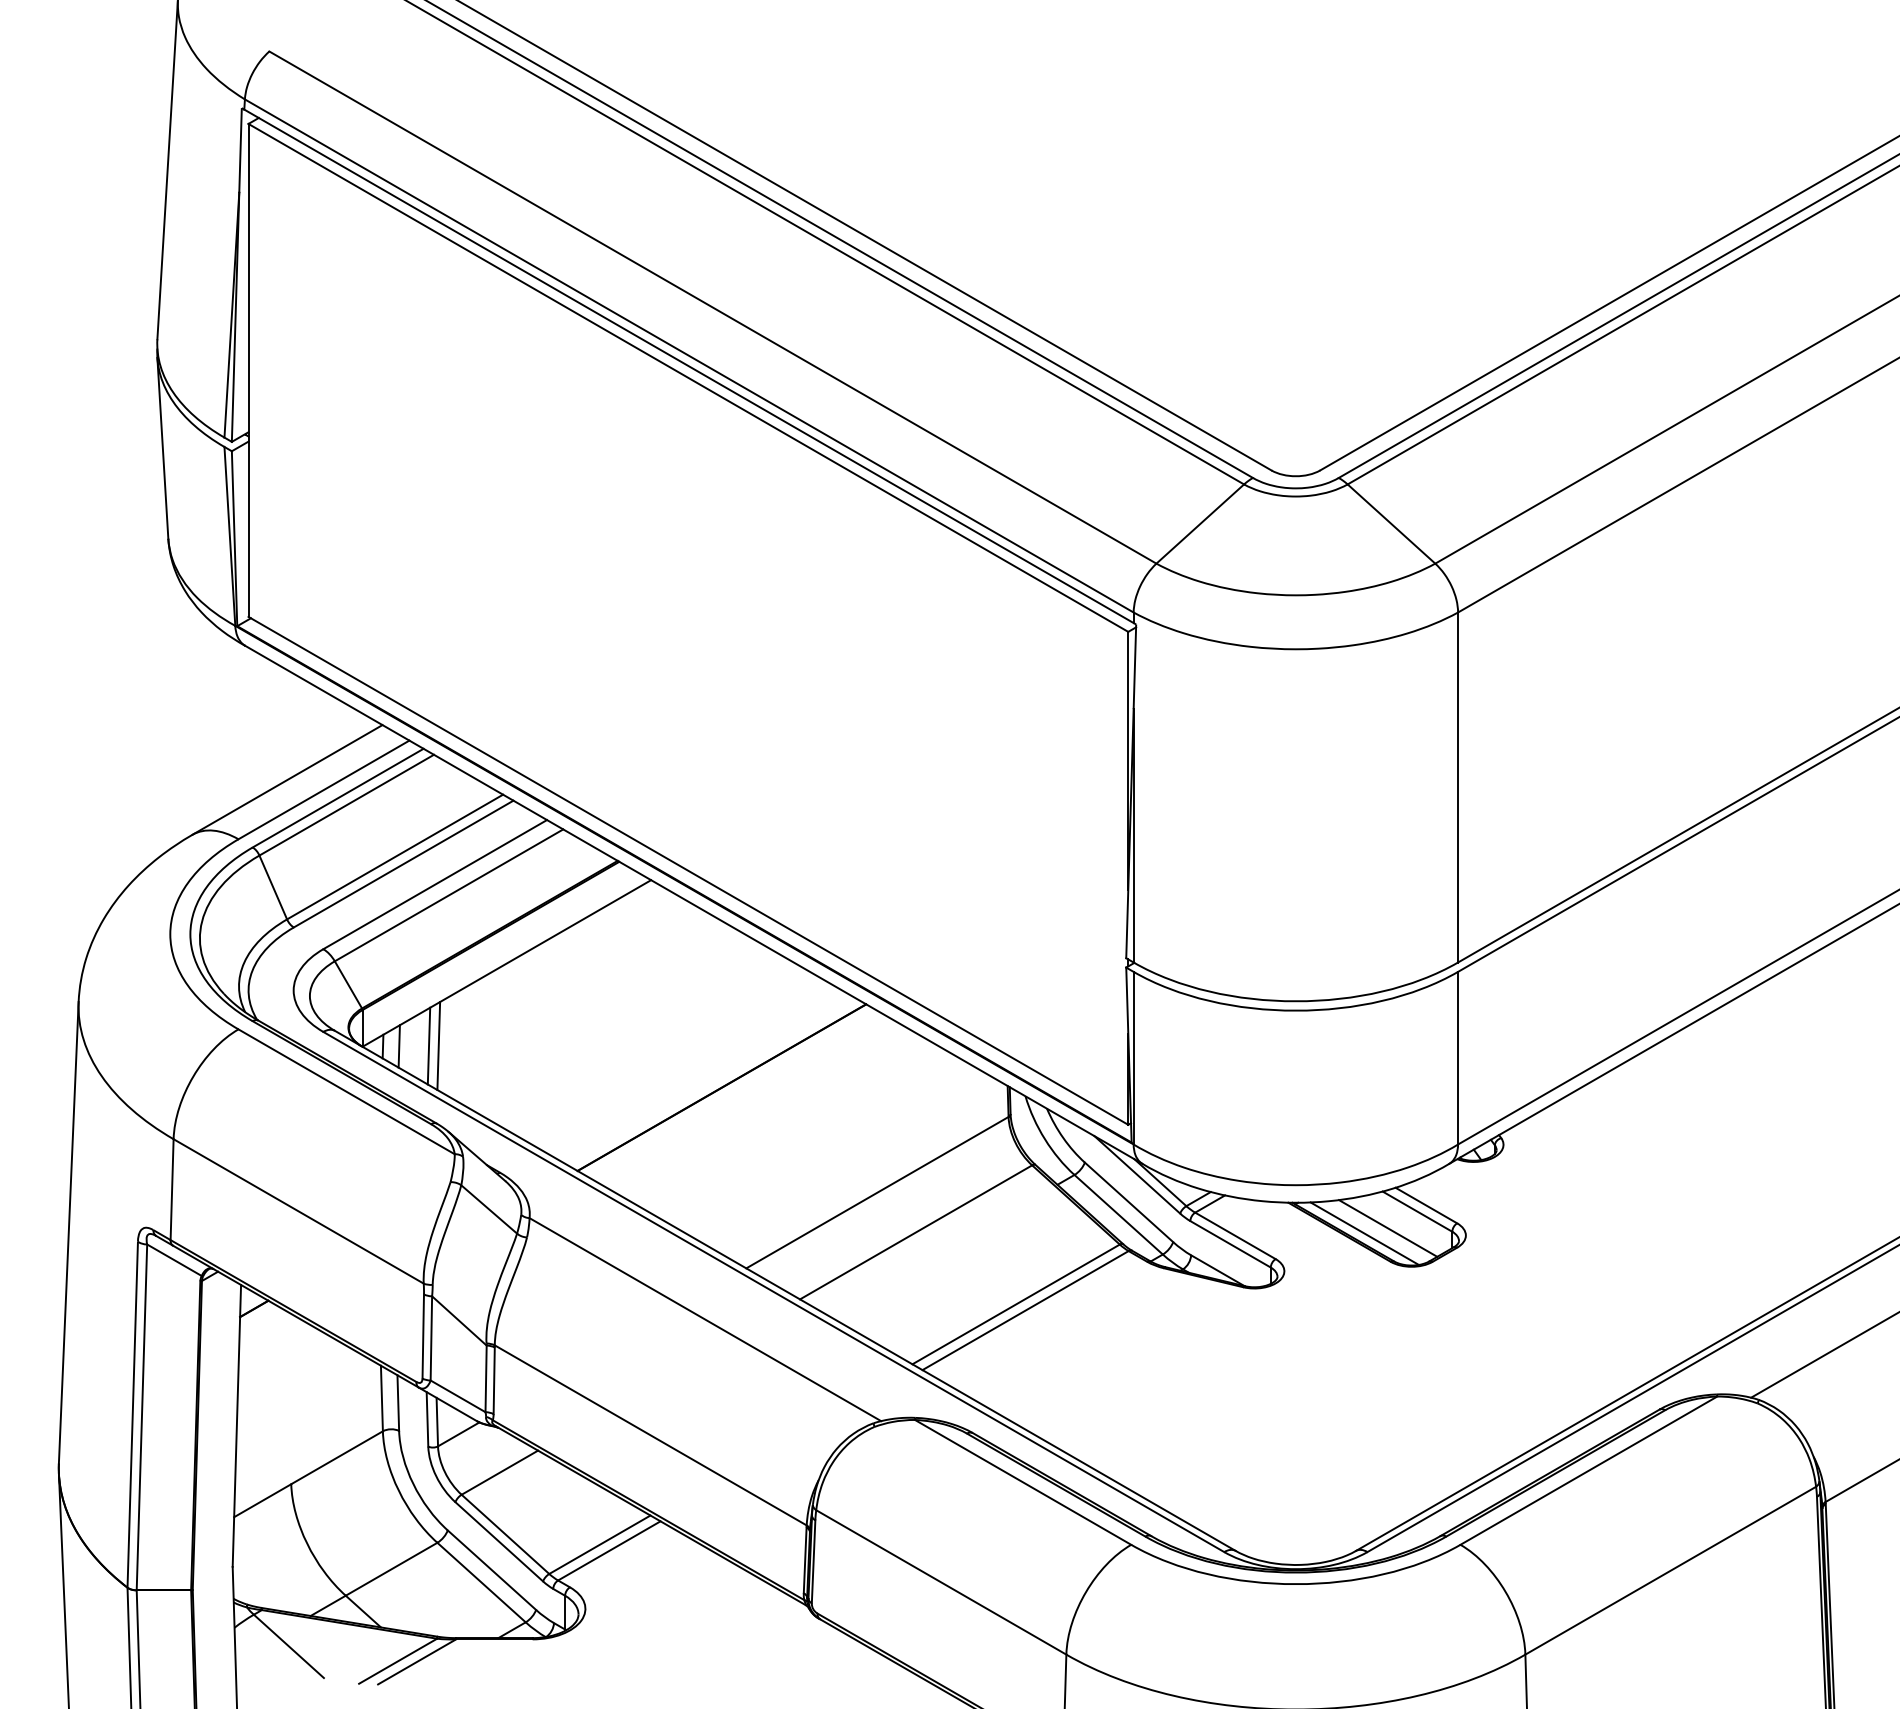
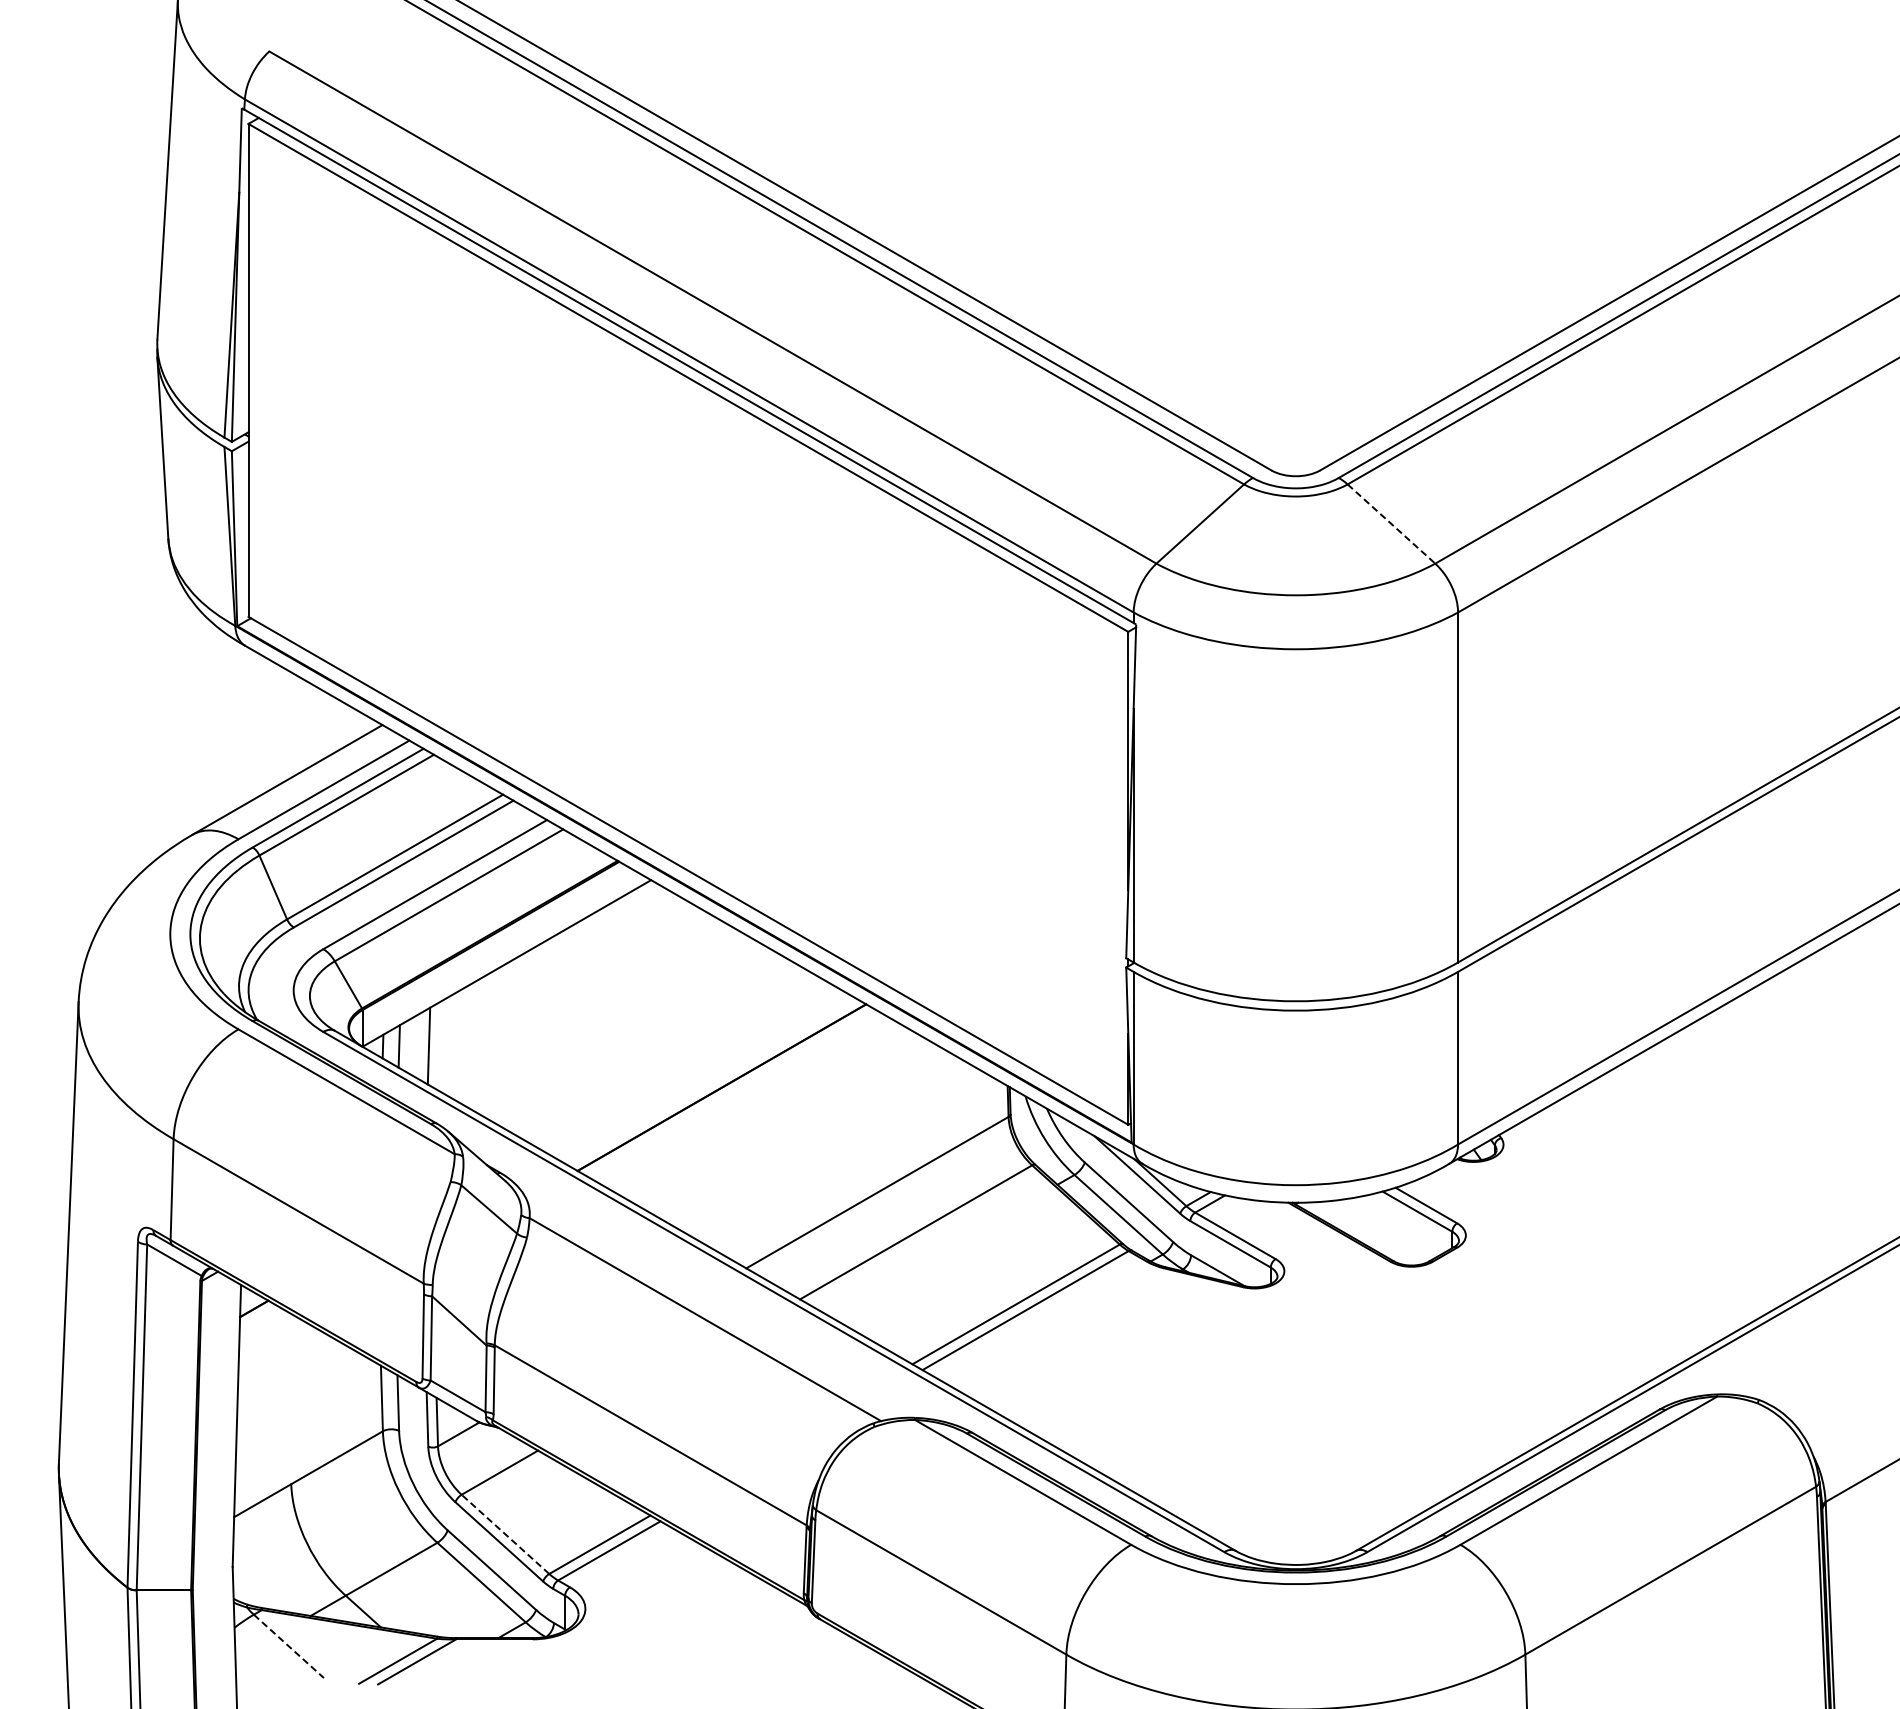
line at (1391, 524): solid -> dashed
line at (438, 1046): present -> none
line at (1388, 1228): present -> none
line at (1364, 1233): present -> none
line at (1823, 1355): present -> none
line at (505, 1534): solid -> dashed
line at (289, 1646): solid -> dashed
